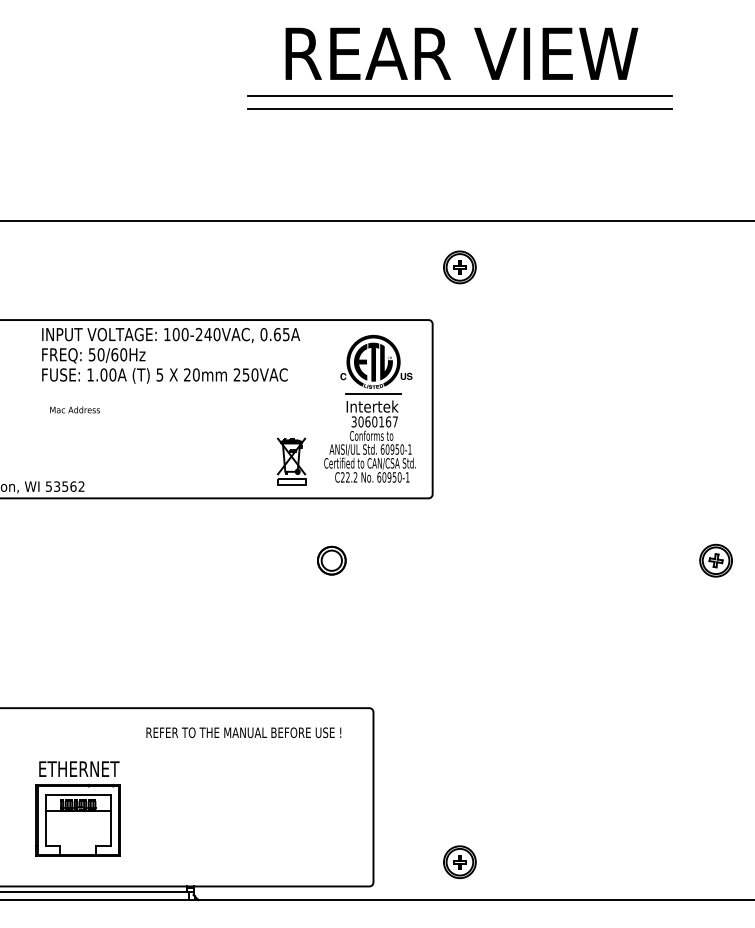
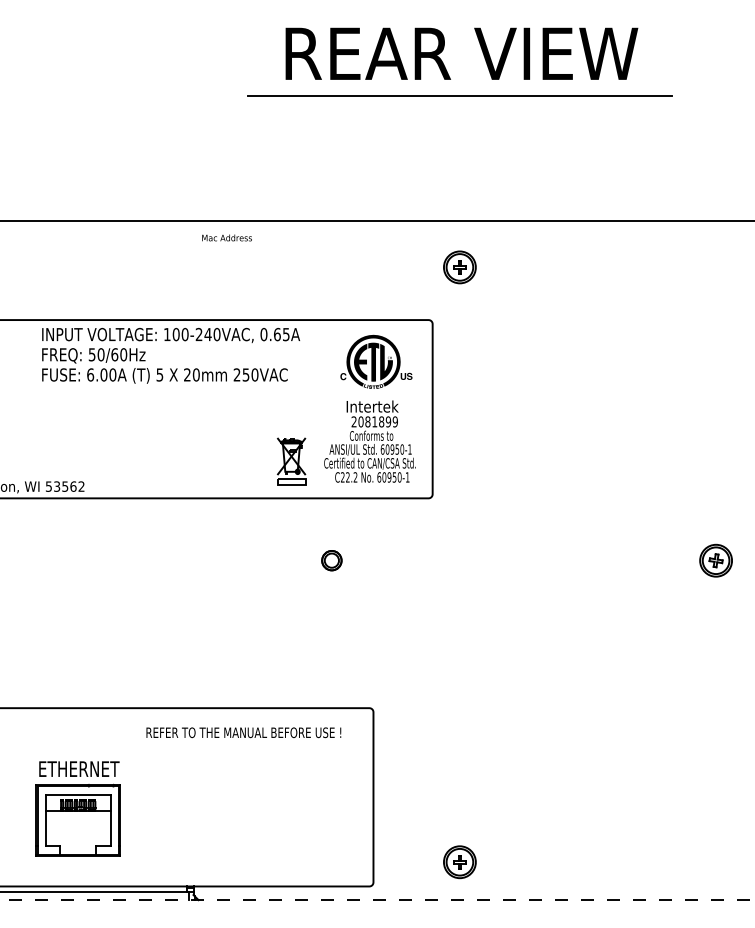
line at (459, 108): present -> none
text at (90, 374): 1.00A -> 6.00A
line at (373, 394): present -> none
text at (74, 409) position: (74, 409) -> (226, 237)
text at (374, 421): 3060167 -> 2081899
part at (331, 560) size: 30x31 px -> 22x22 px
line at (377, 900): solid -> dashed
